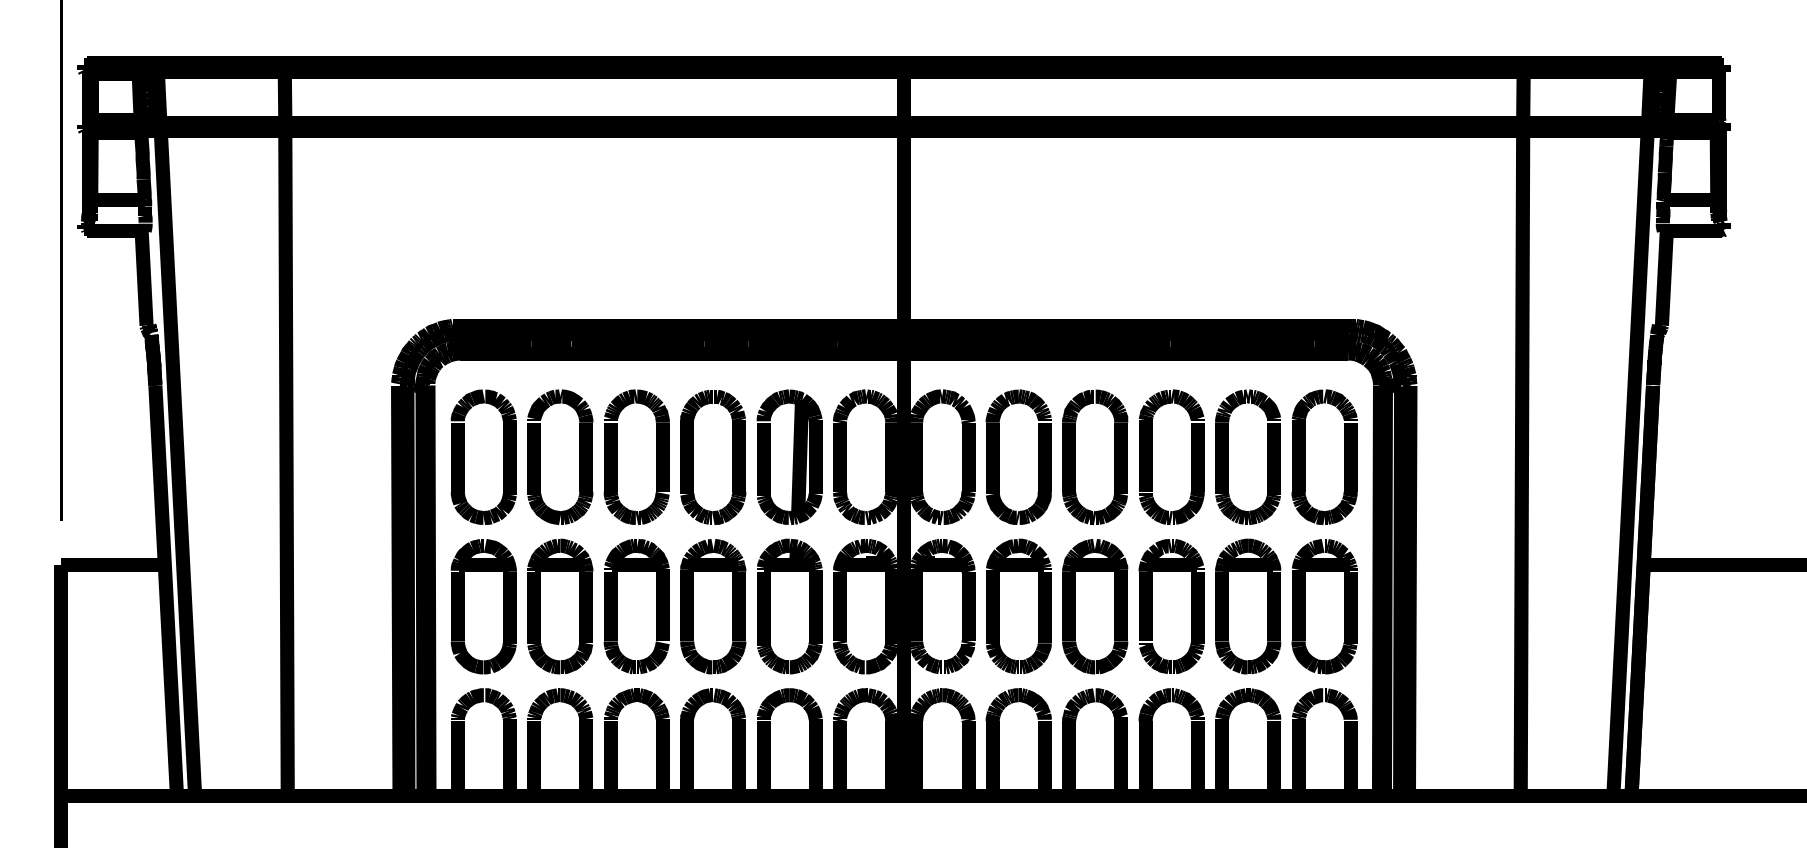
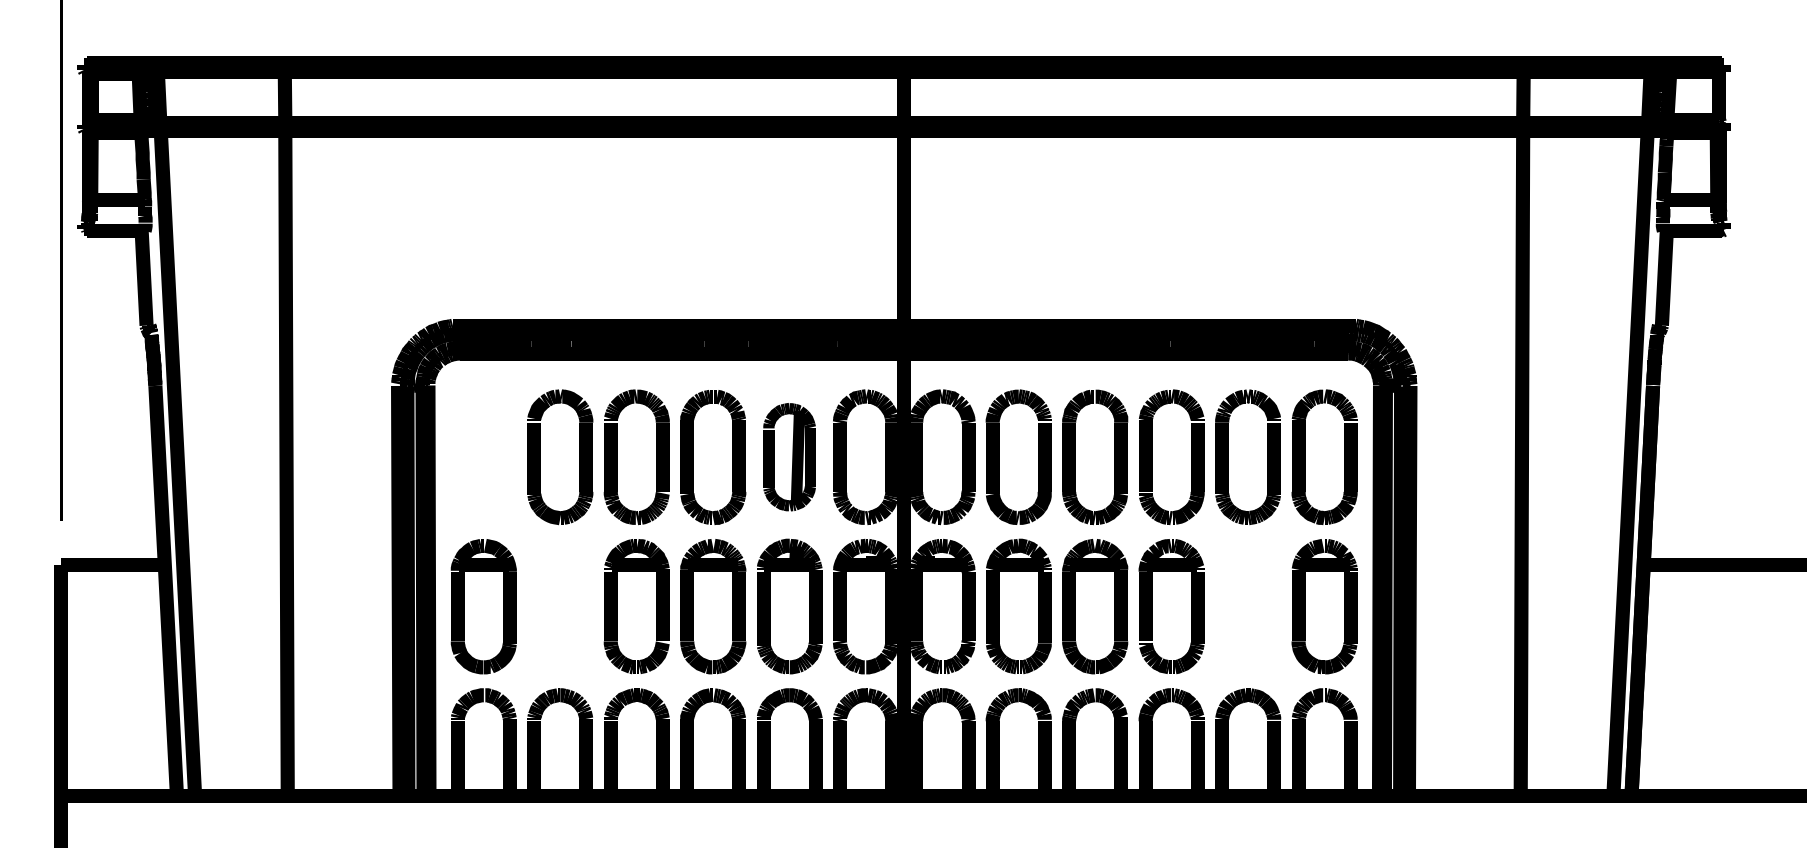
part at (789, 456) size: 67x136 px -> 53x109 px
part at (464, 457): present -> none
part at (560, 606): present -> none
part at (1248, 606): present -> none
